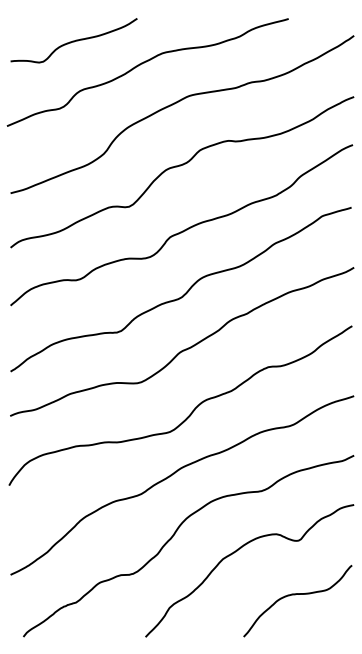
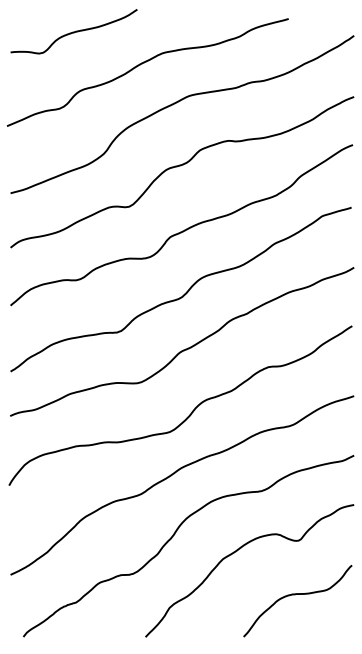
curve at (73, 40) position: (73, 40) -> (73, 31)
